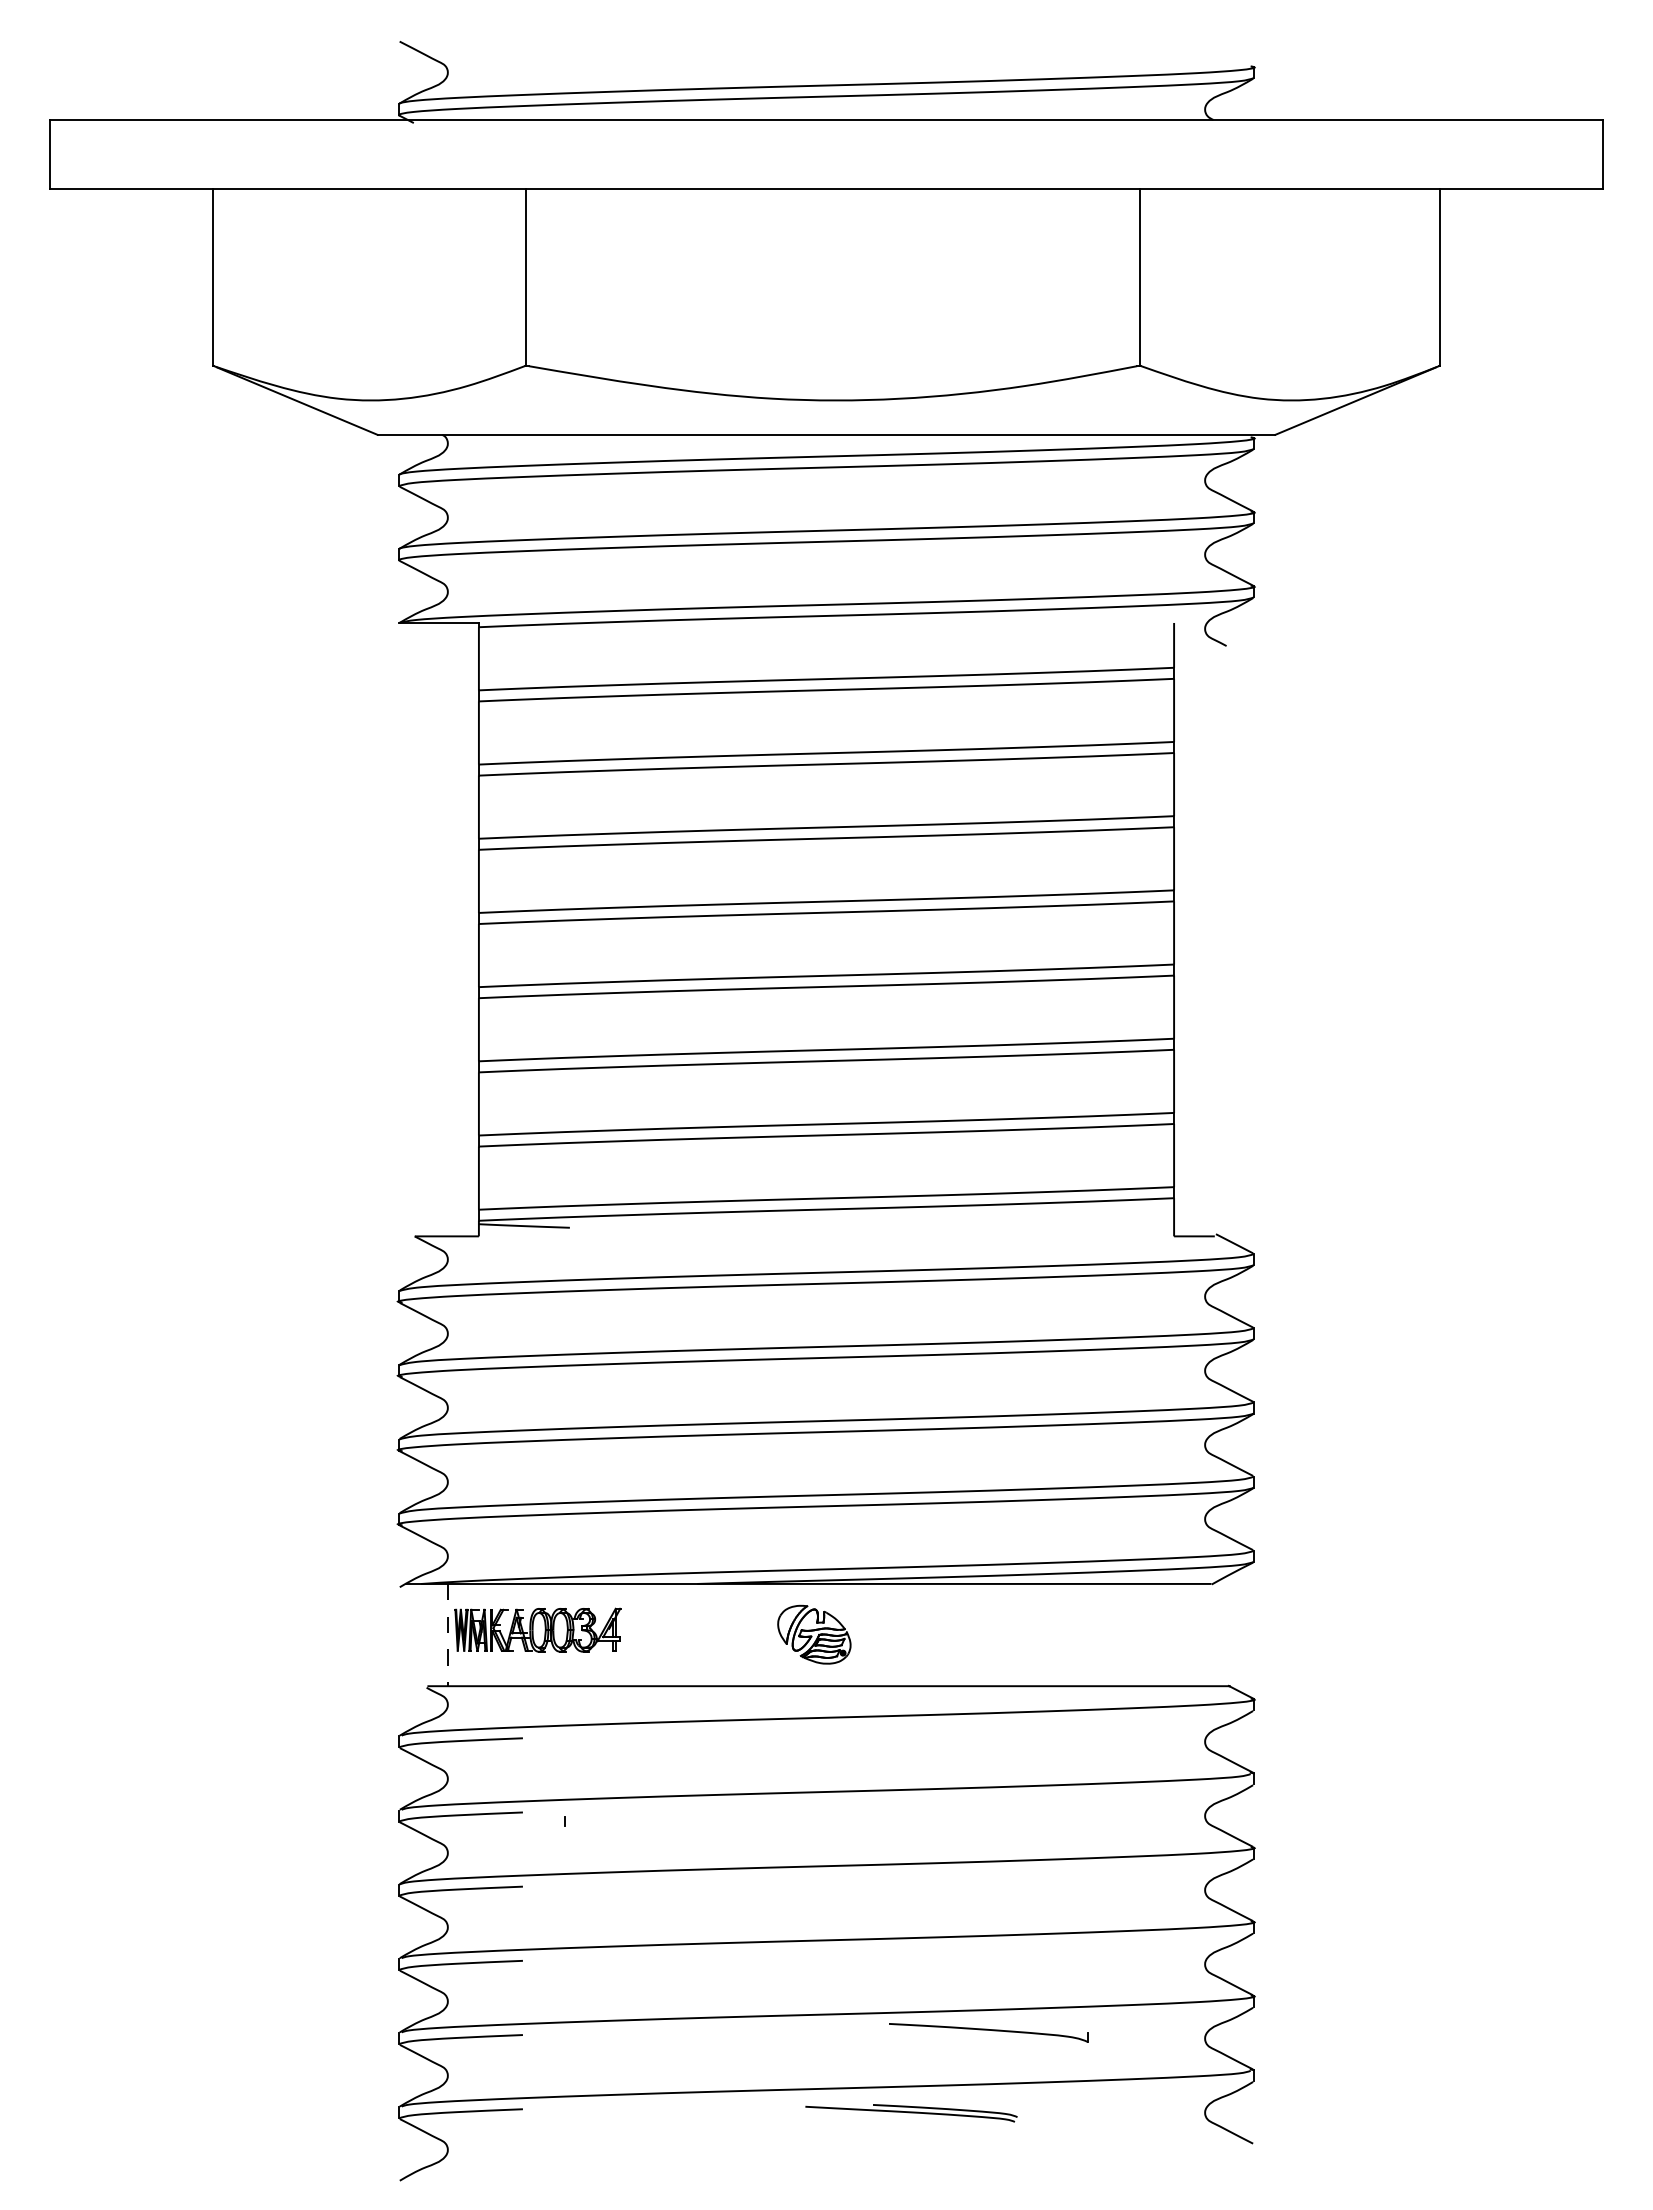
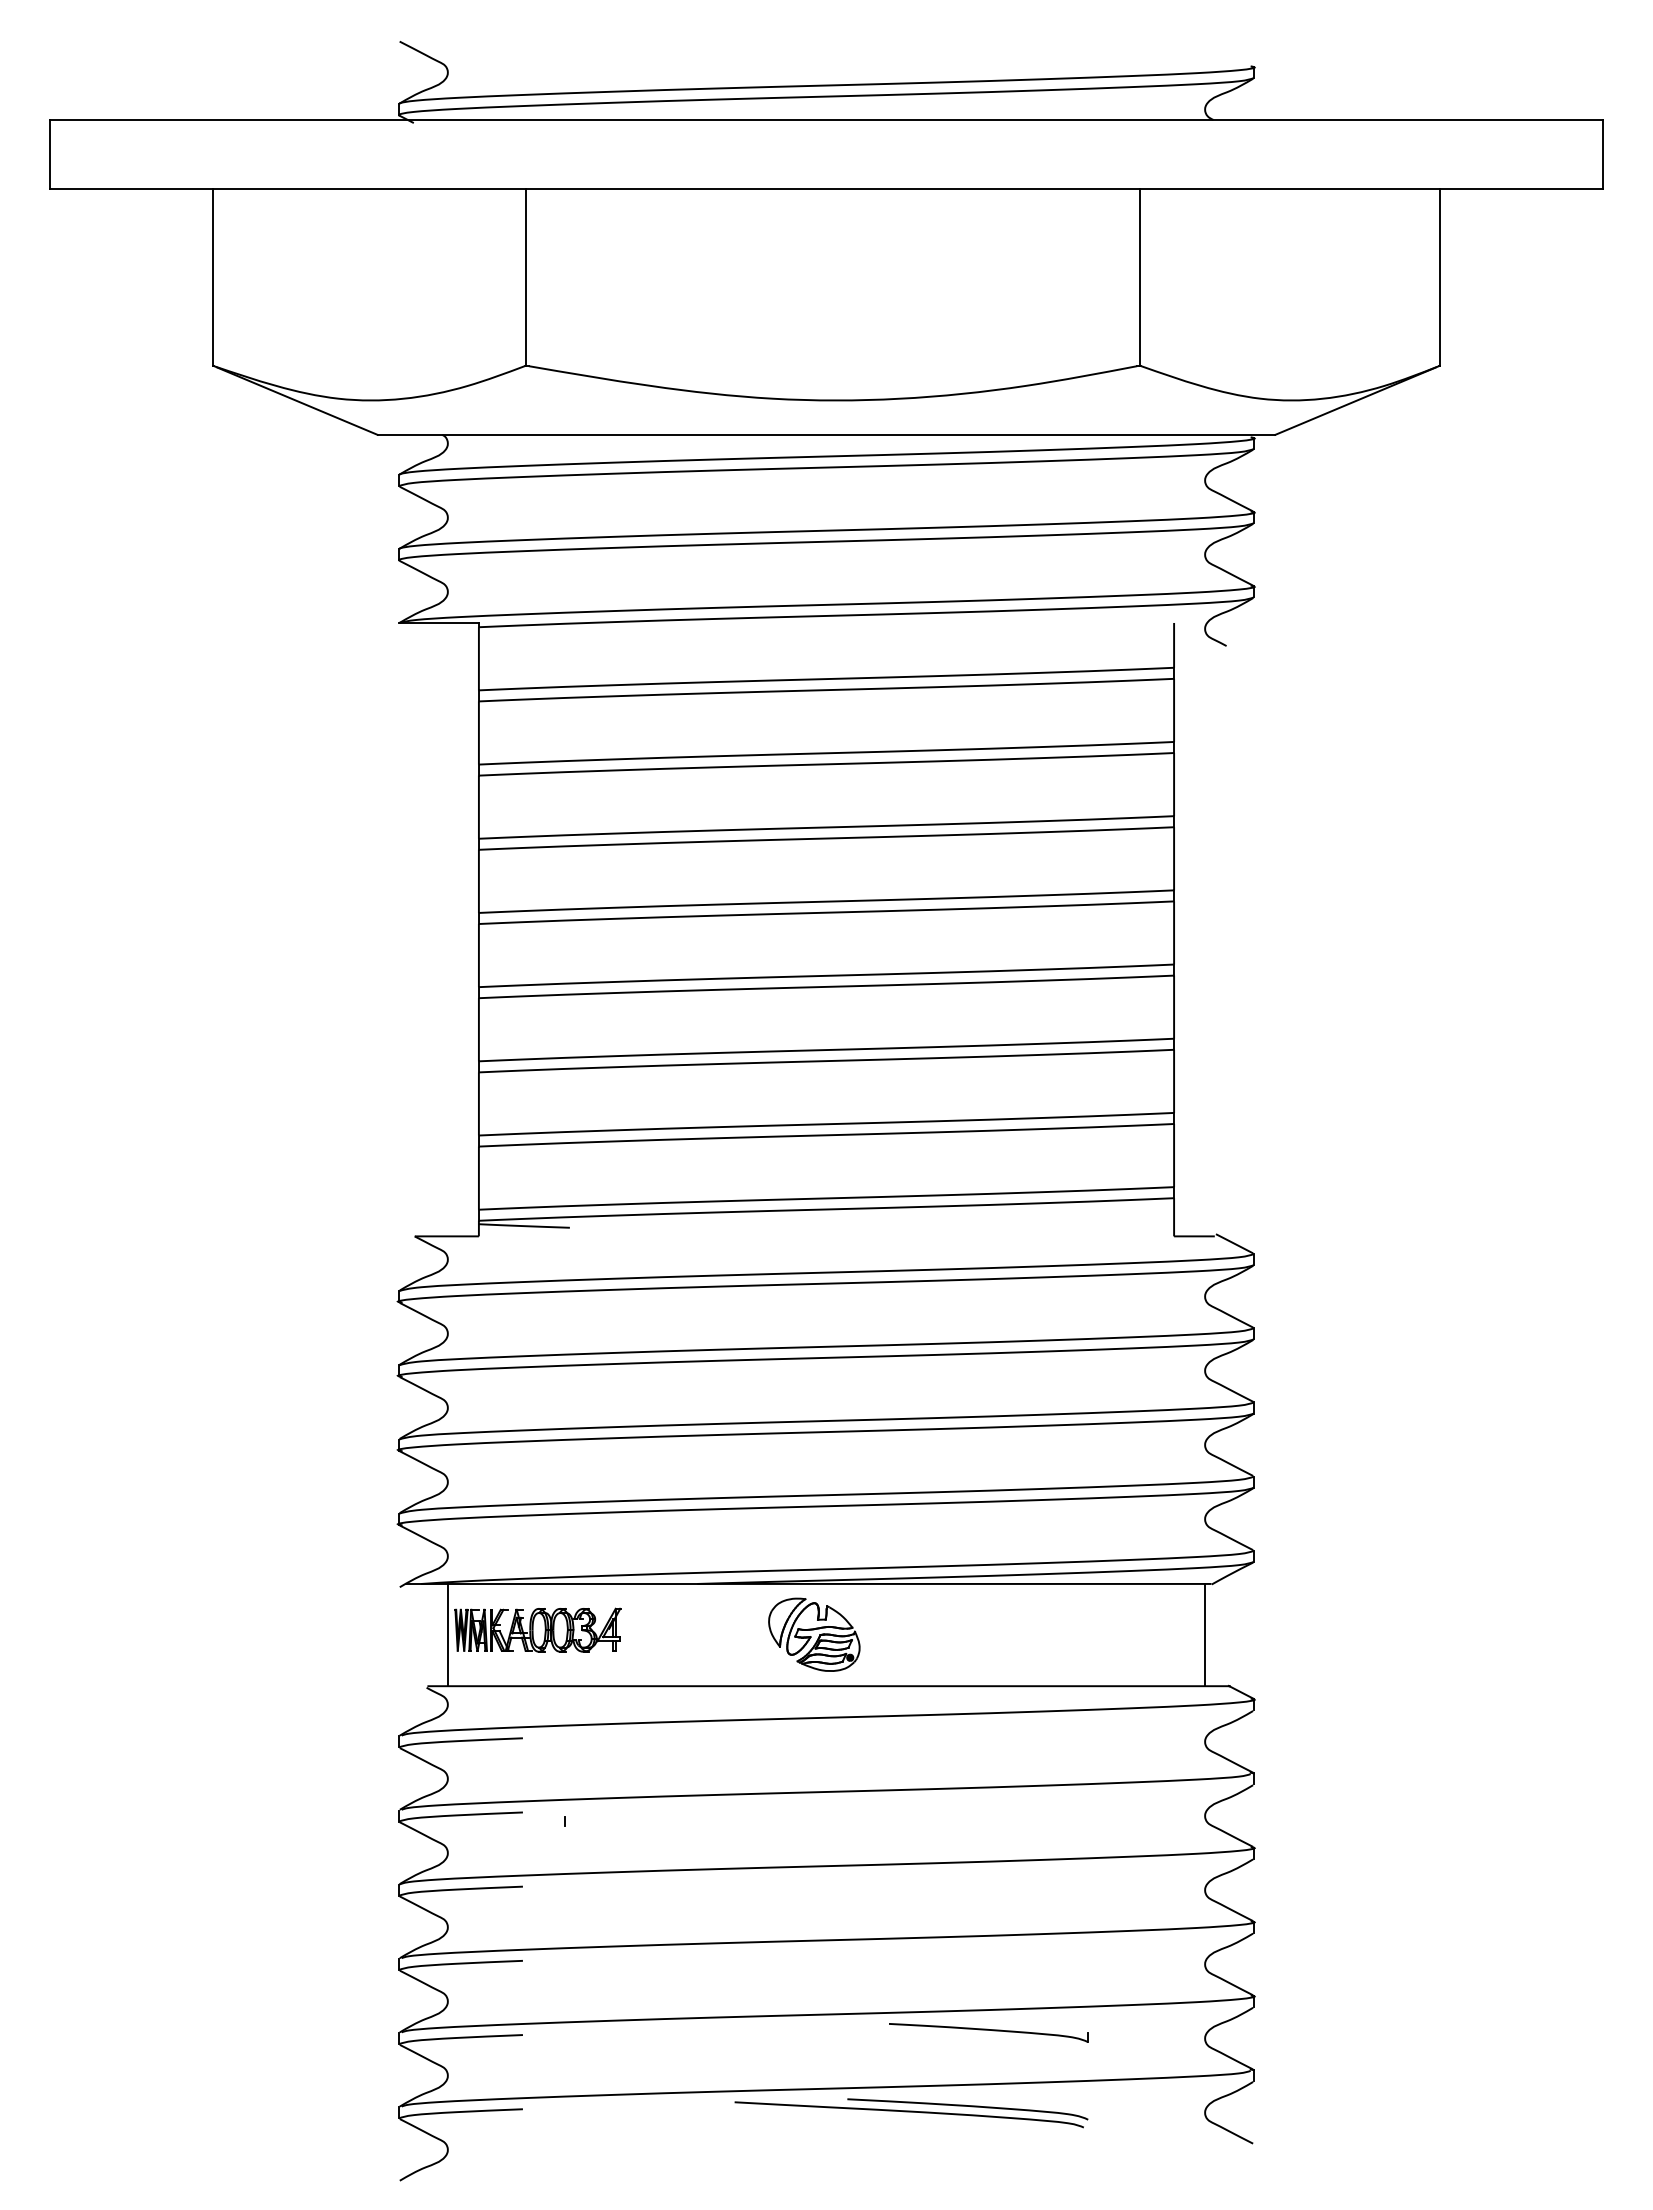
part at (814, 1634) size: 75x61 px -> 93x75 px
line at (1204, 1634): none -> present
line at (448, 1635): dashed -> solid
part at (911, 2113) size: 213x19 px -> 355x31 px
